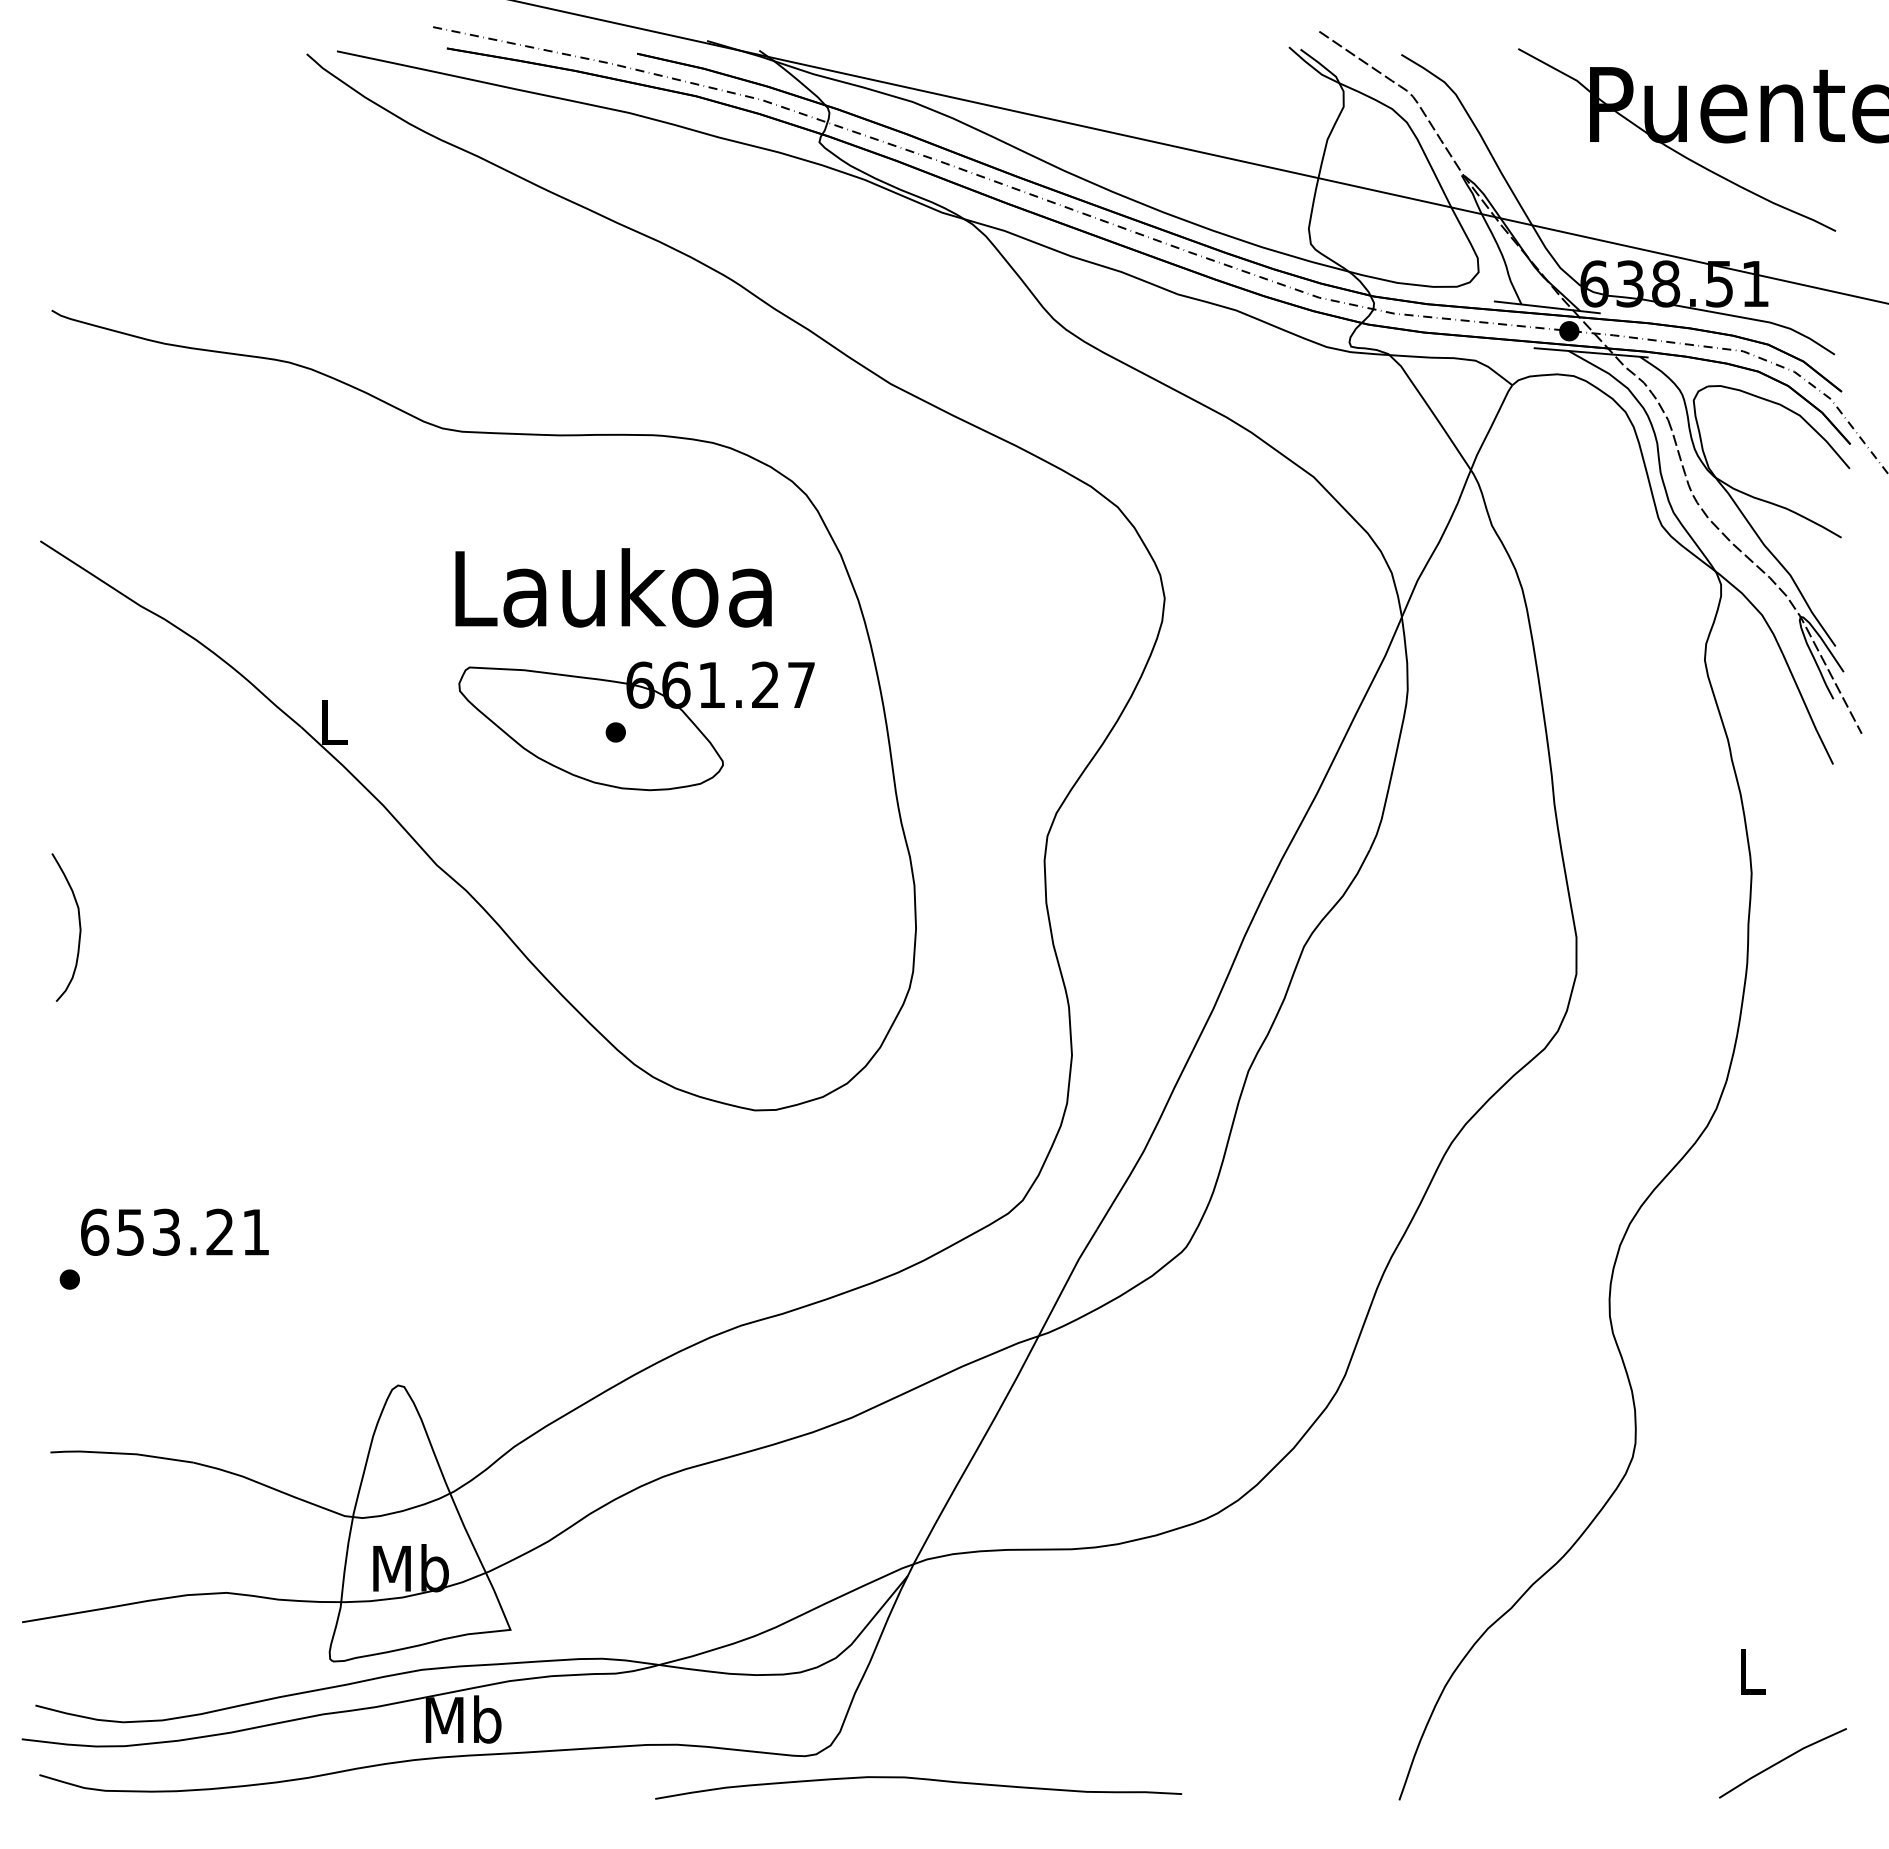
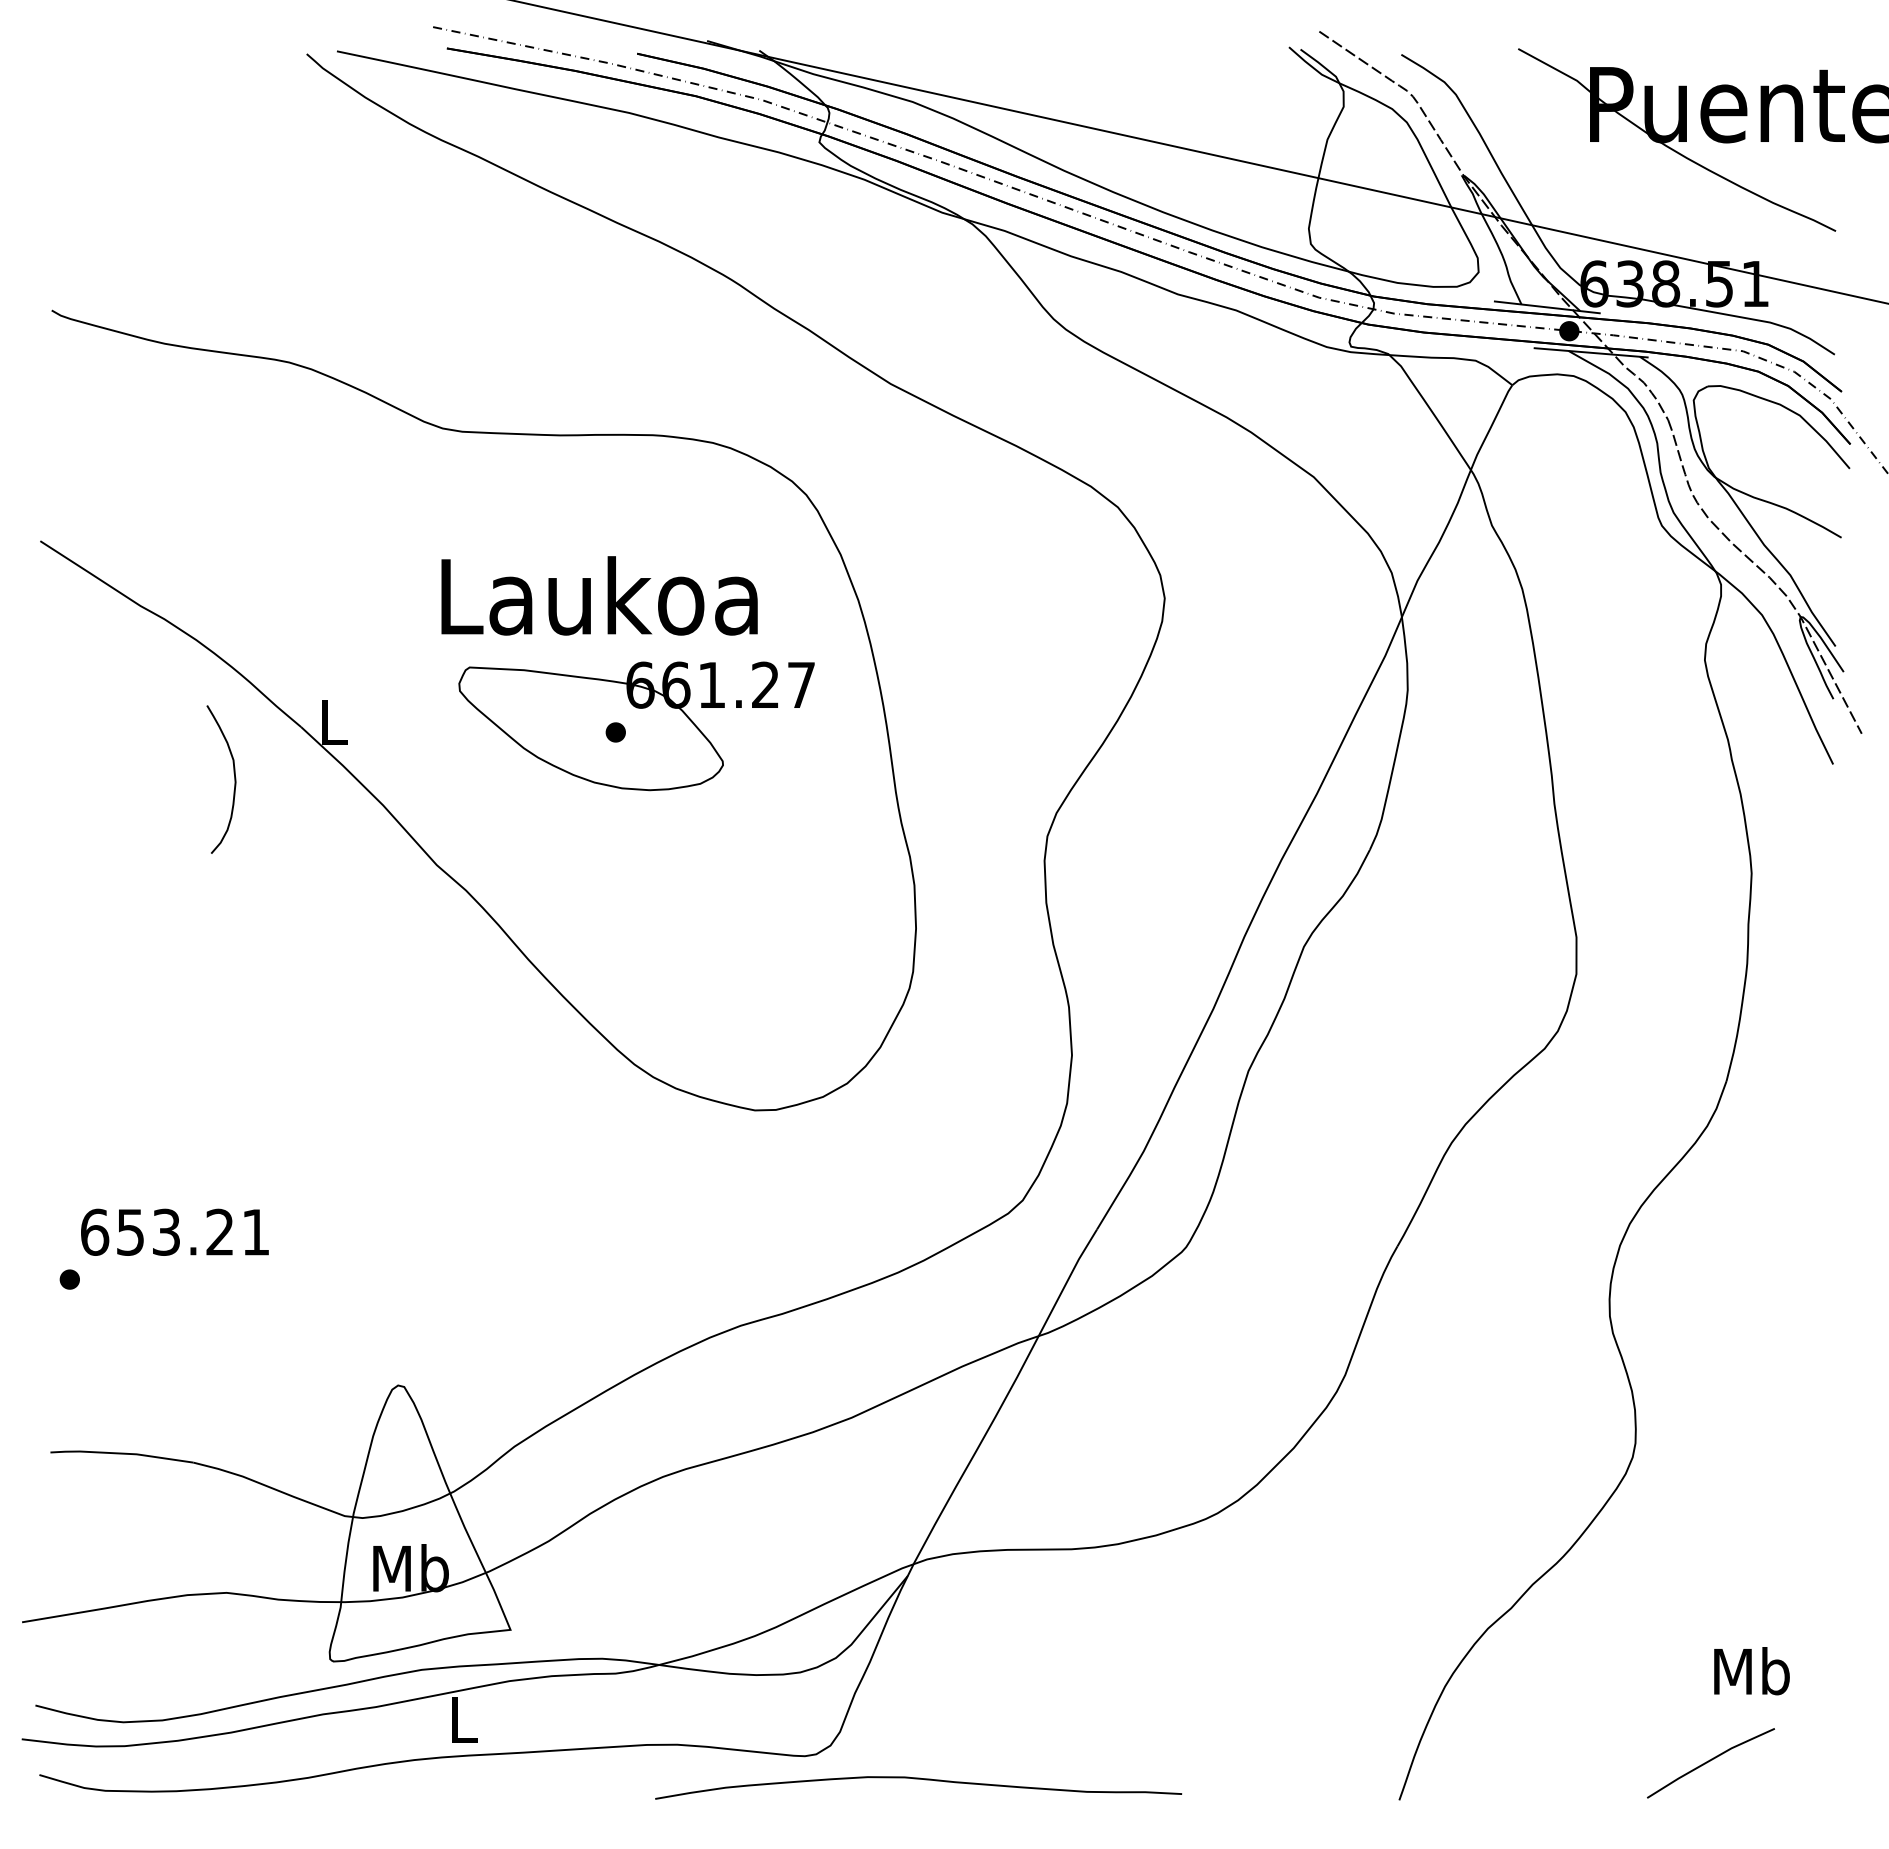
text at (613, 587) position: (613, 587) -> (599, 595)
curve at (79, 927) position: (79, 927) -> (234, 779)
text at (1751, 1671): L -> Mb
text at (463, 1719): Mb -> L
line at (1782, 1761) position: (1782, 1761) -> (1710, 1761)
